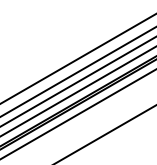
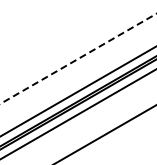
line at (78, 58): solid -> dashed
line at (77, 71): present -> none
line at (77, 81): present -> none
